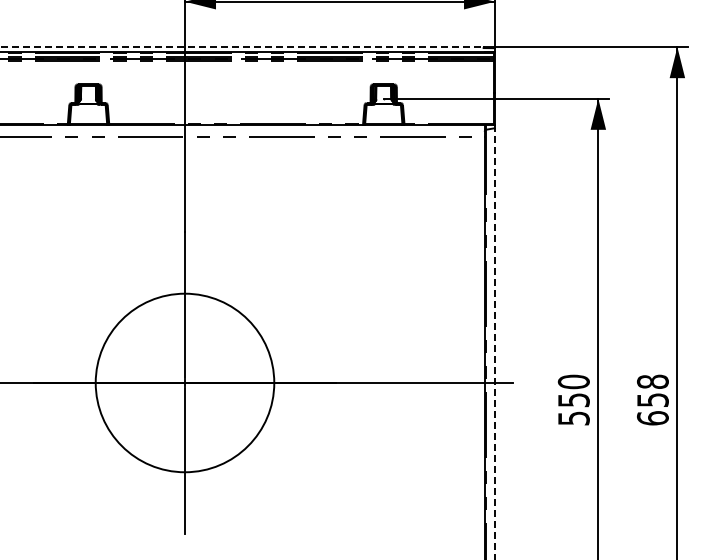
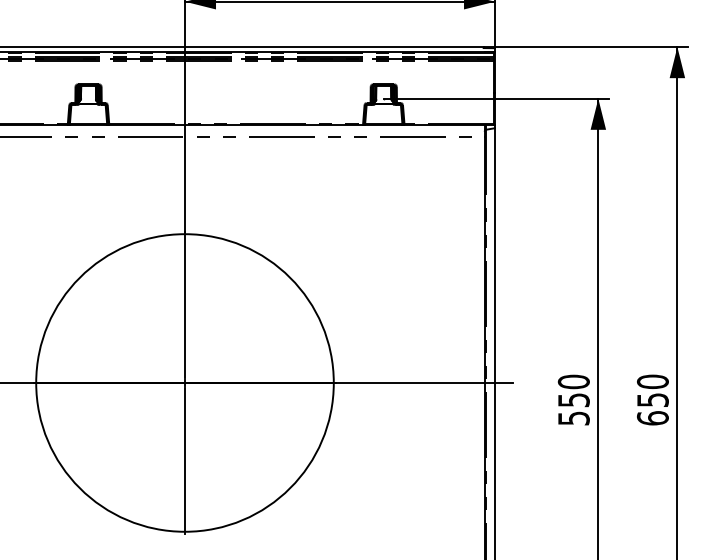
line at (242, 47): dashed -> solid
line at (495, 344): dashed -> solid
text at (652, 381): 658 -> 650
circle at (184, 382) diameter: 179 px -> 298 px
